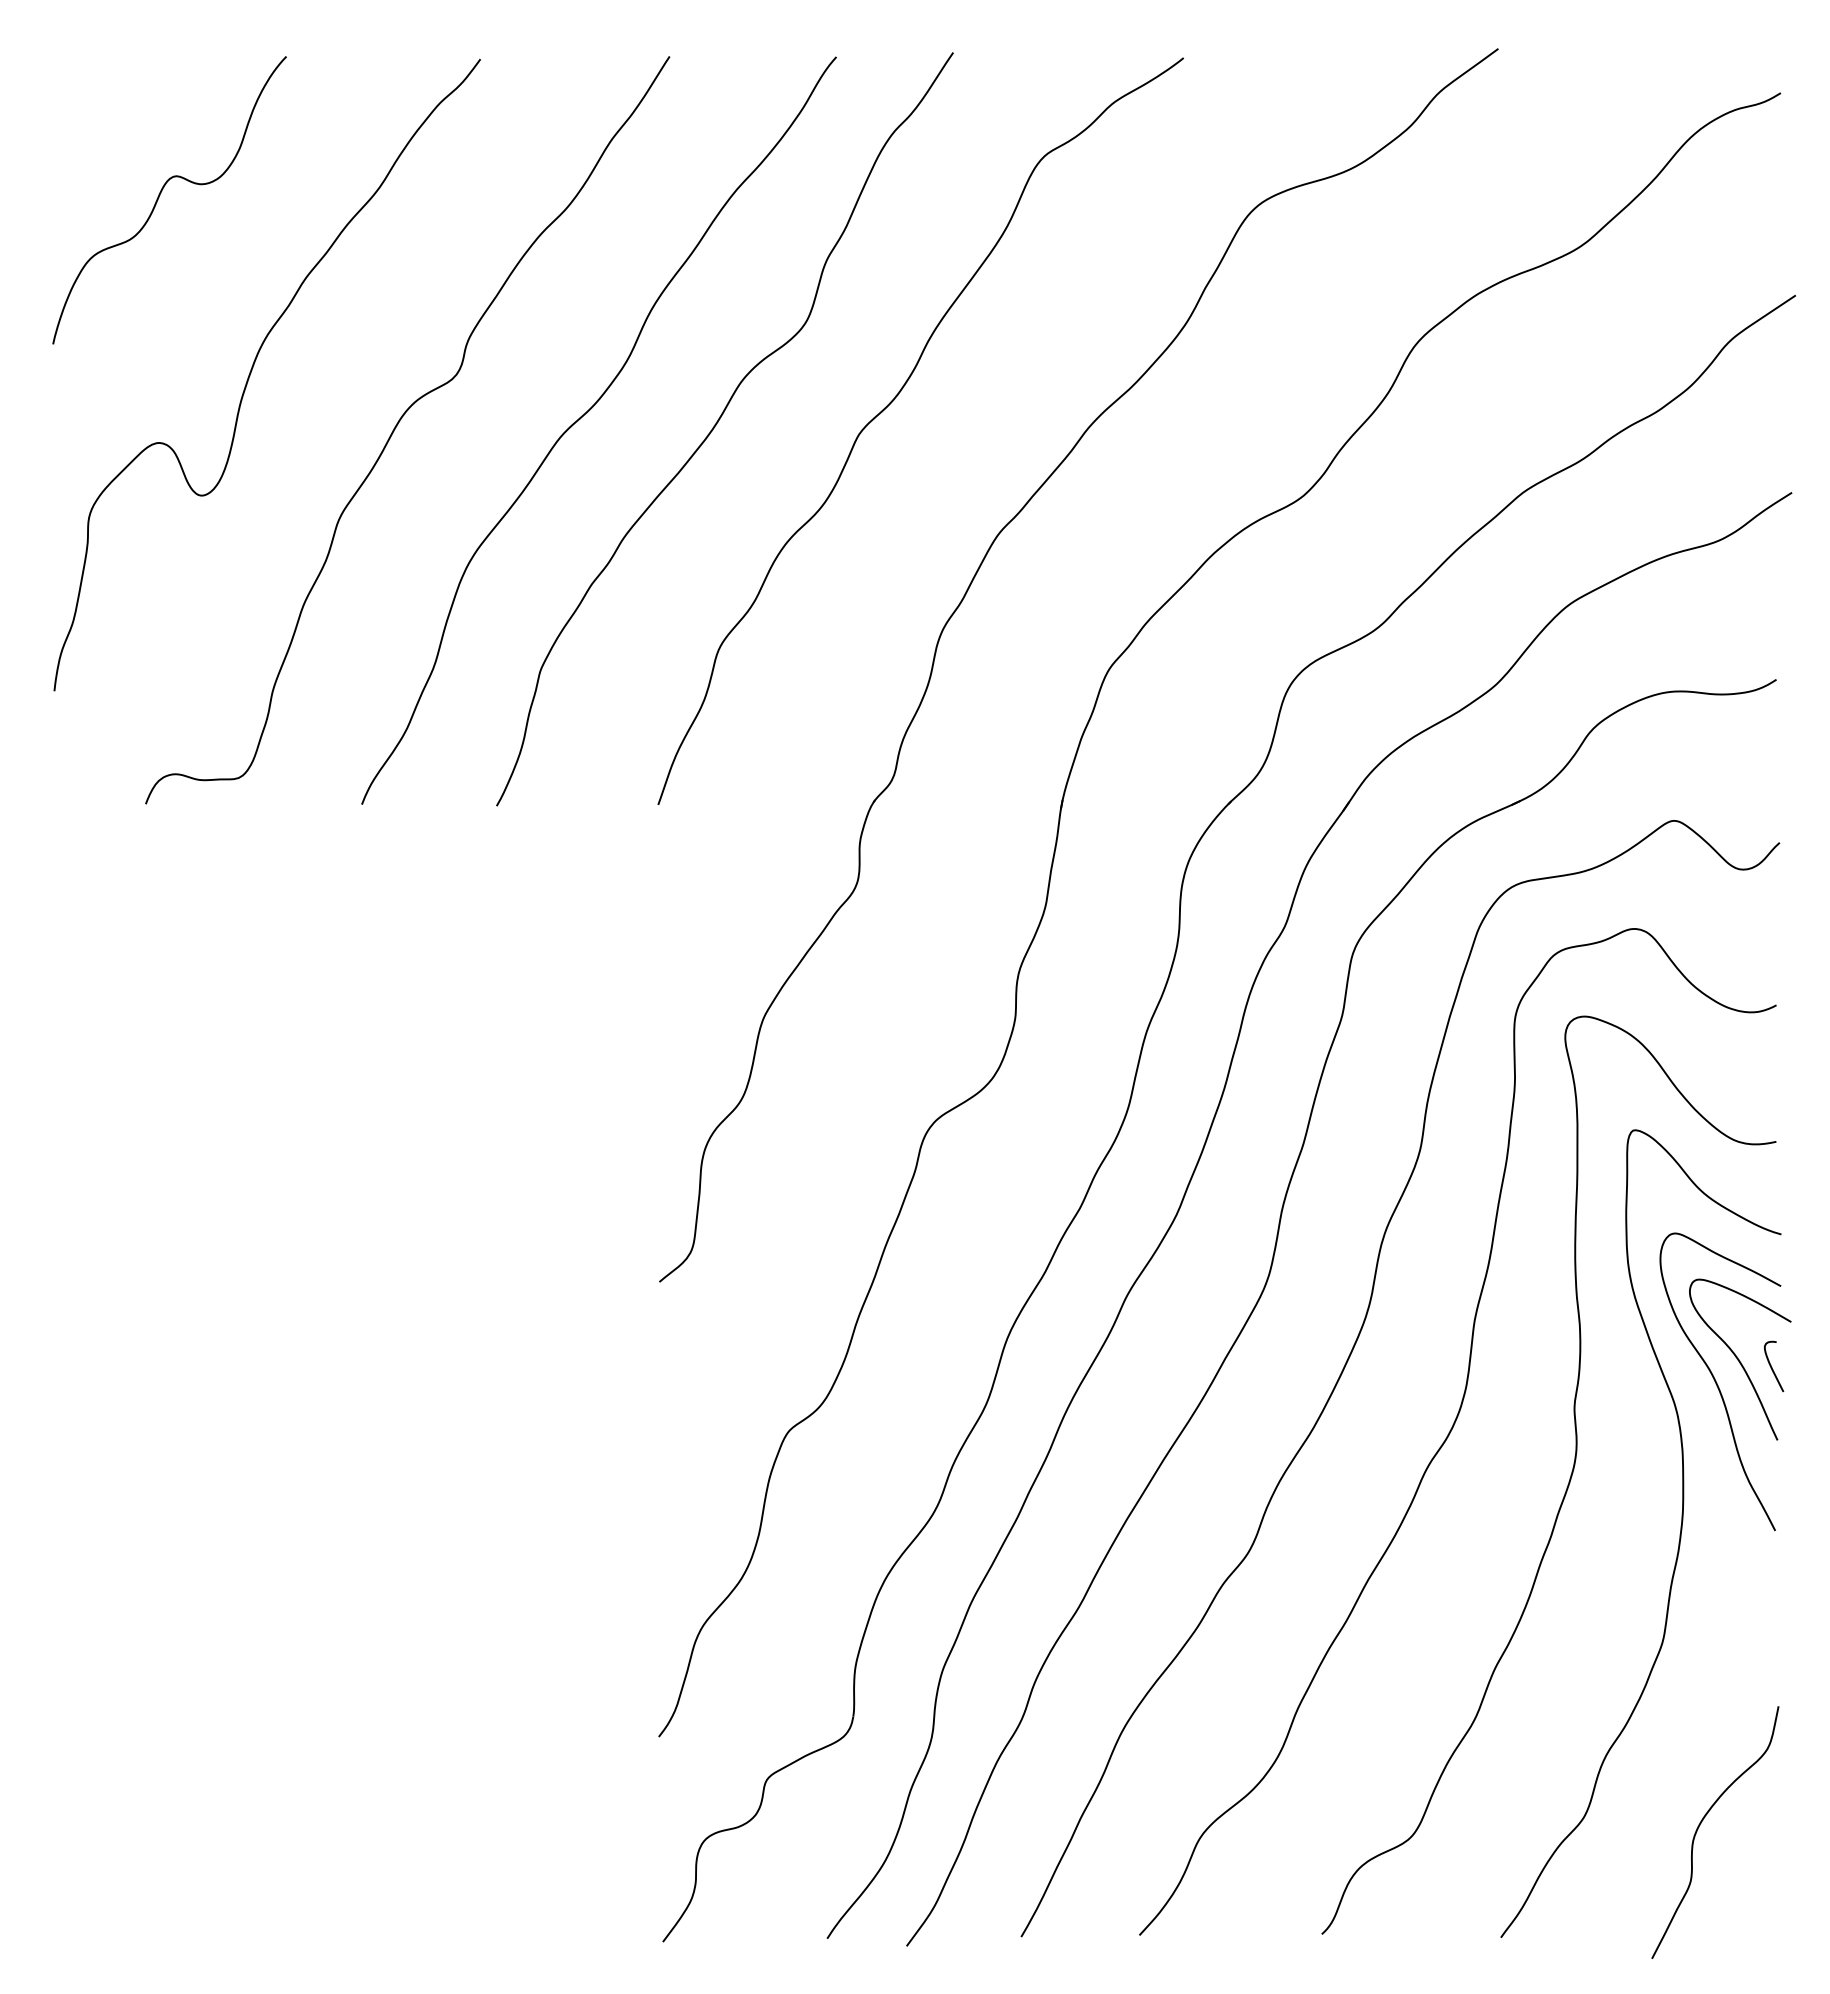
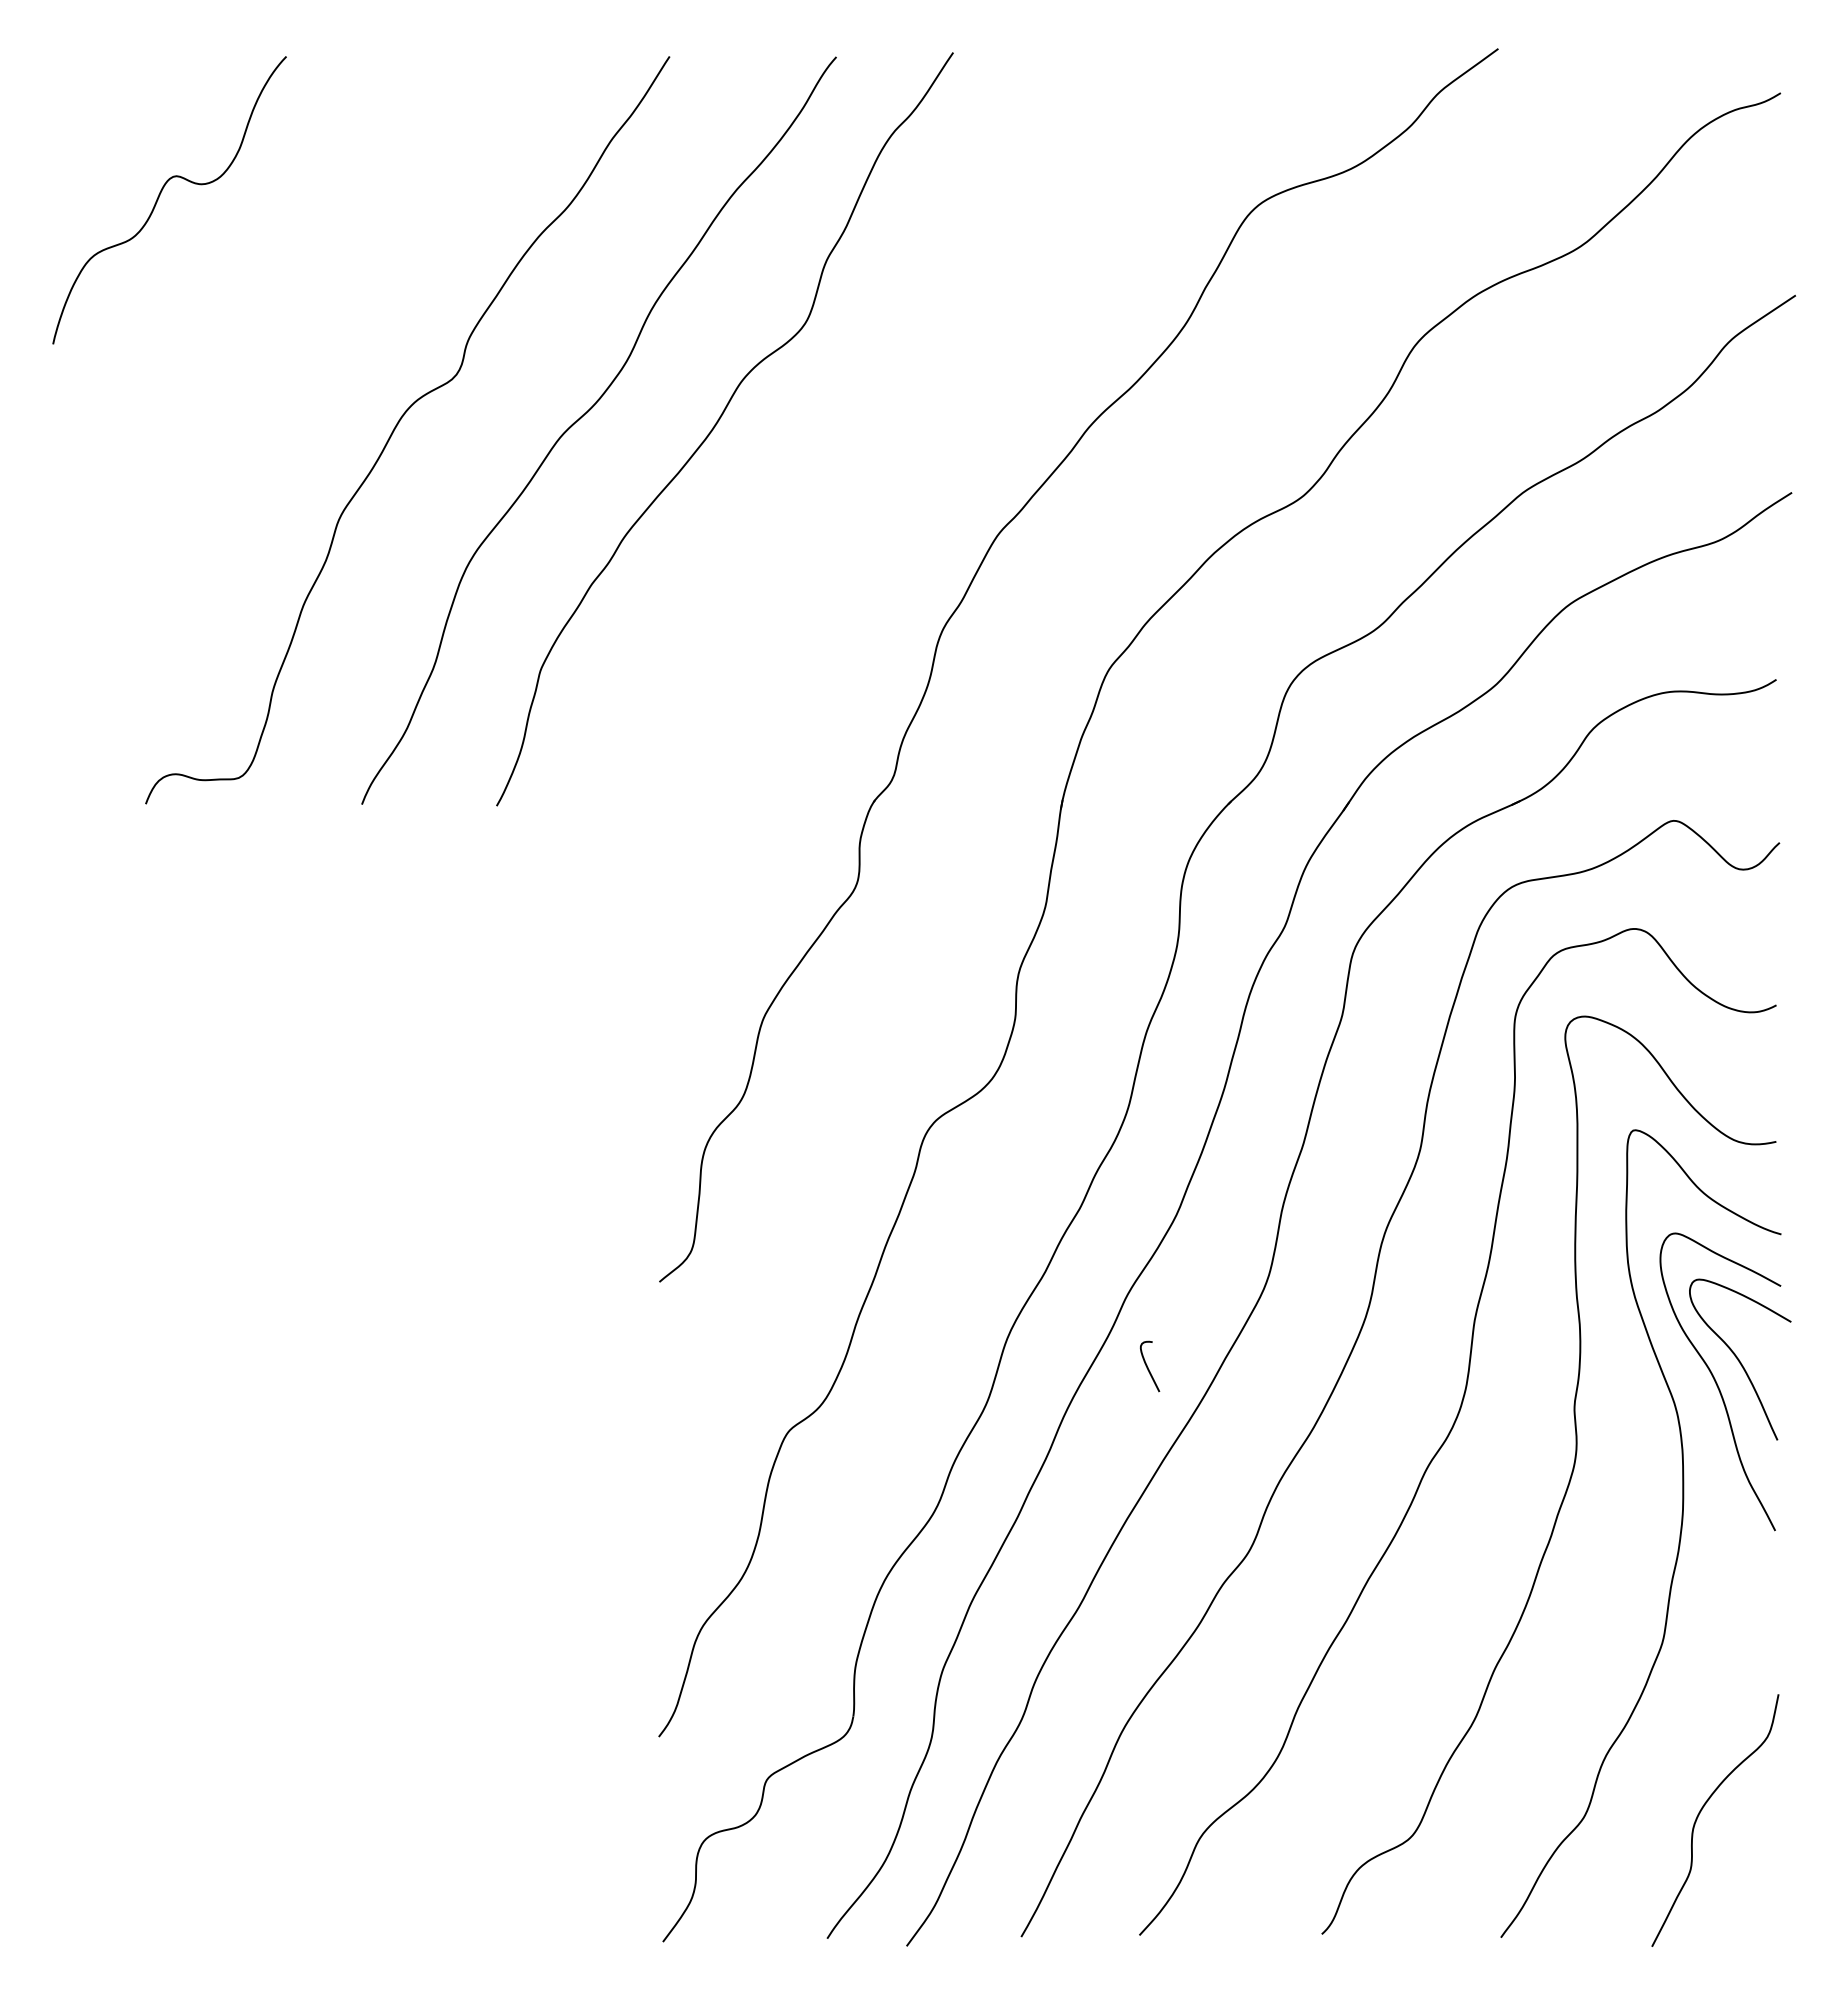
curve at (252, 370): present -> none
curve at (892, 402): present -> none
curve at (1772, 1367) position: (1772, 1367) -> (1148, 1367)
curve at (1700, 1825) position: (1700, 1825) -> (1700, 1813)
